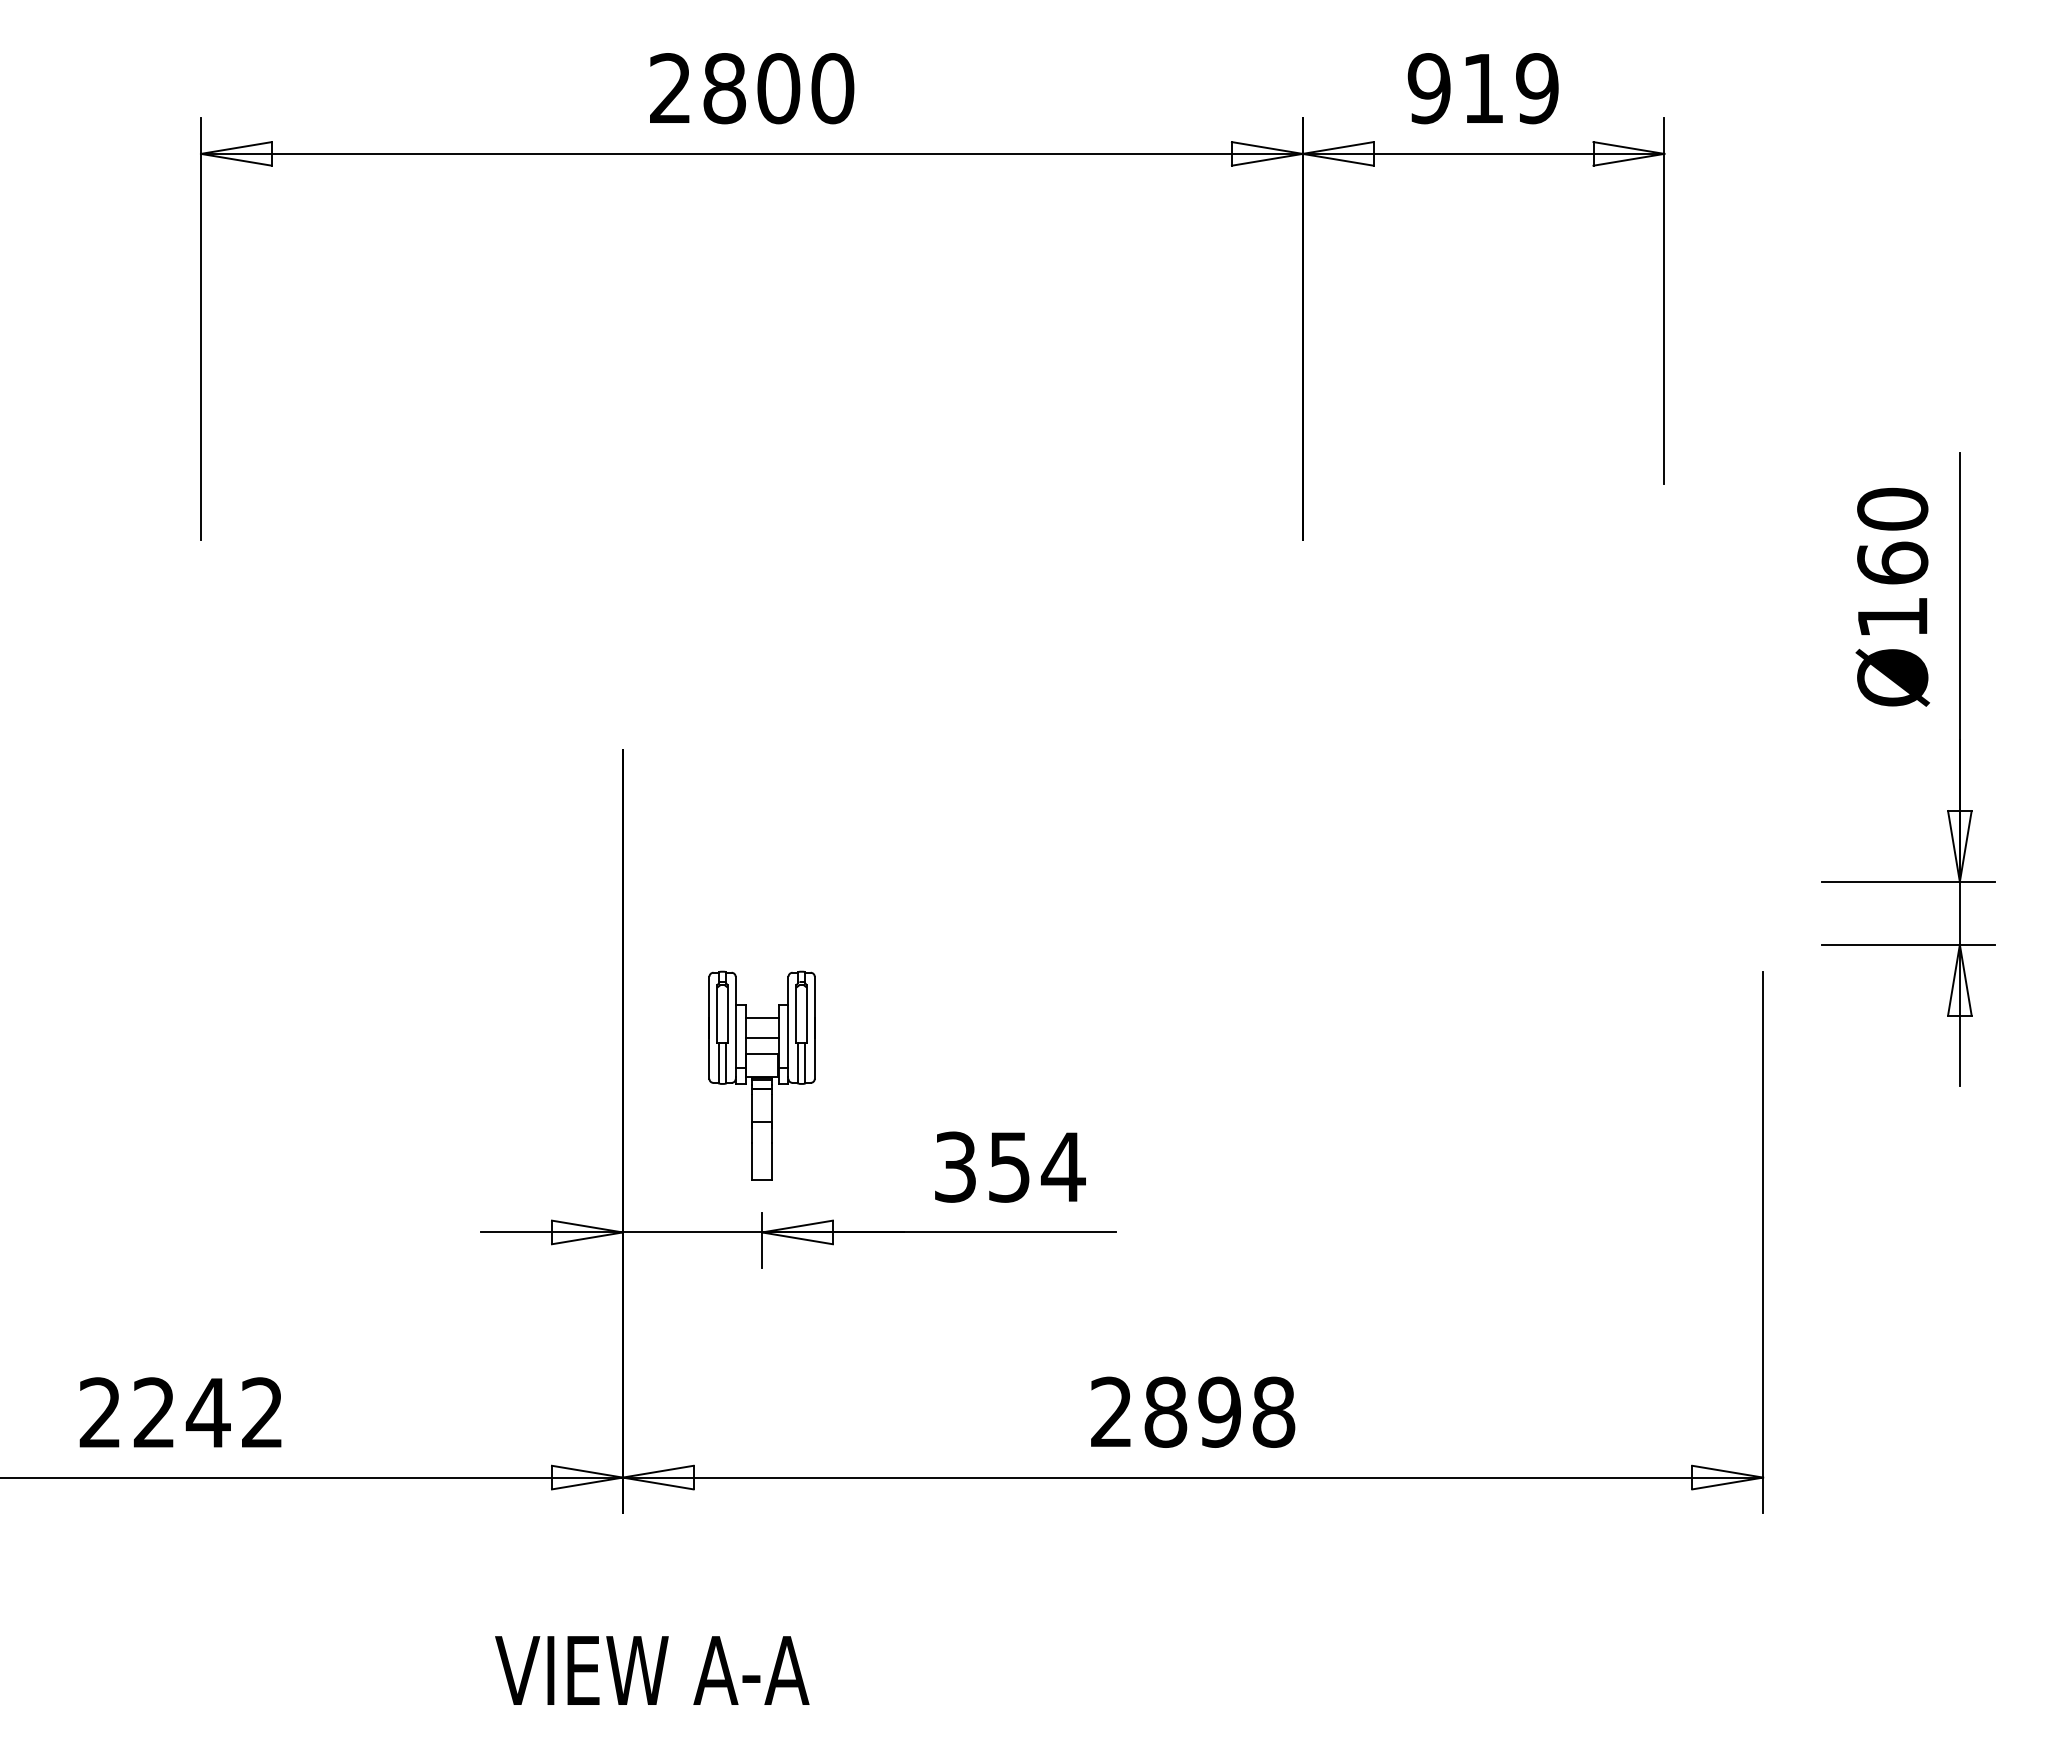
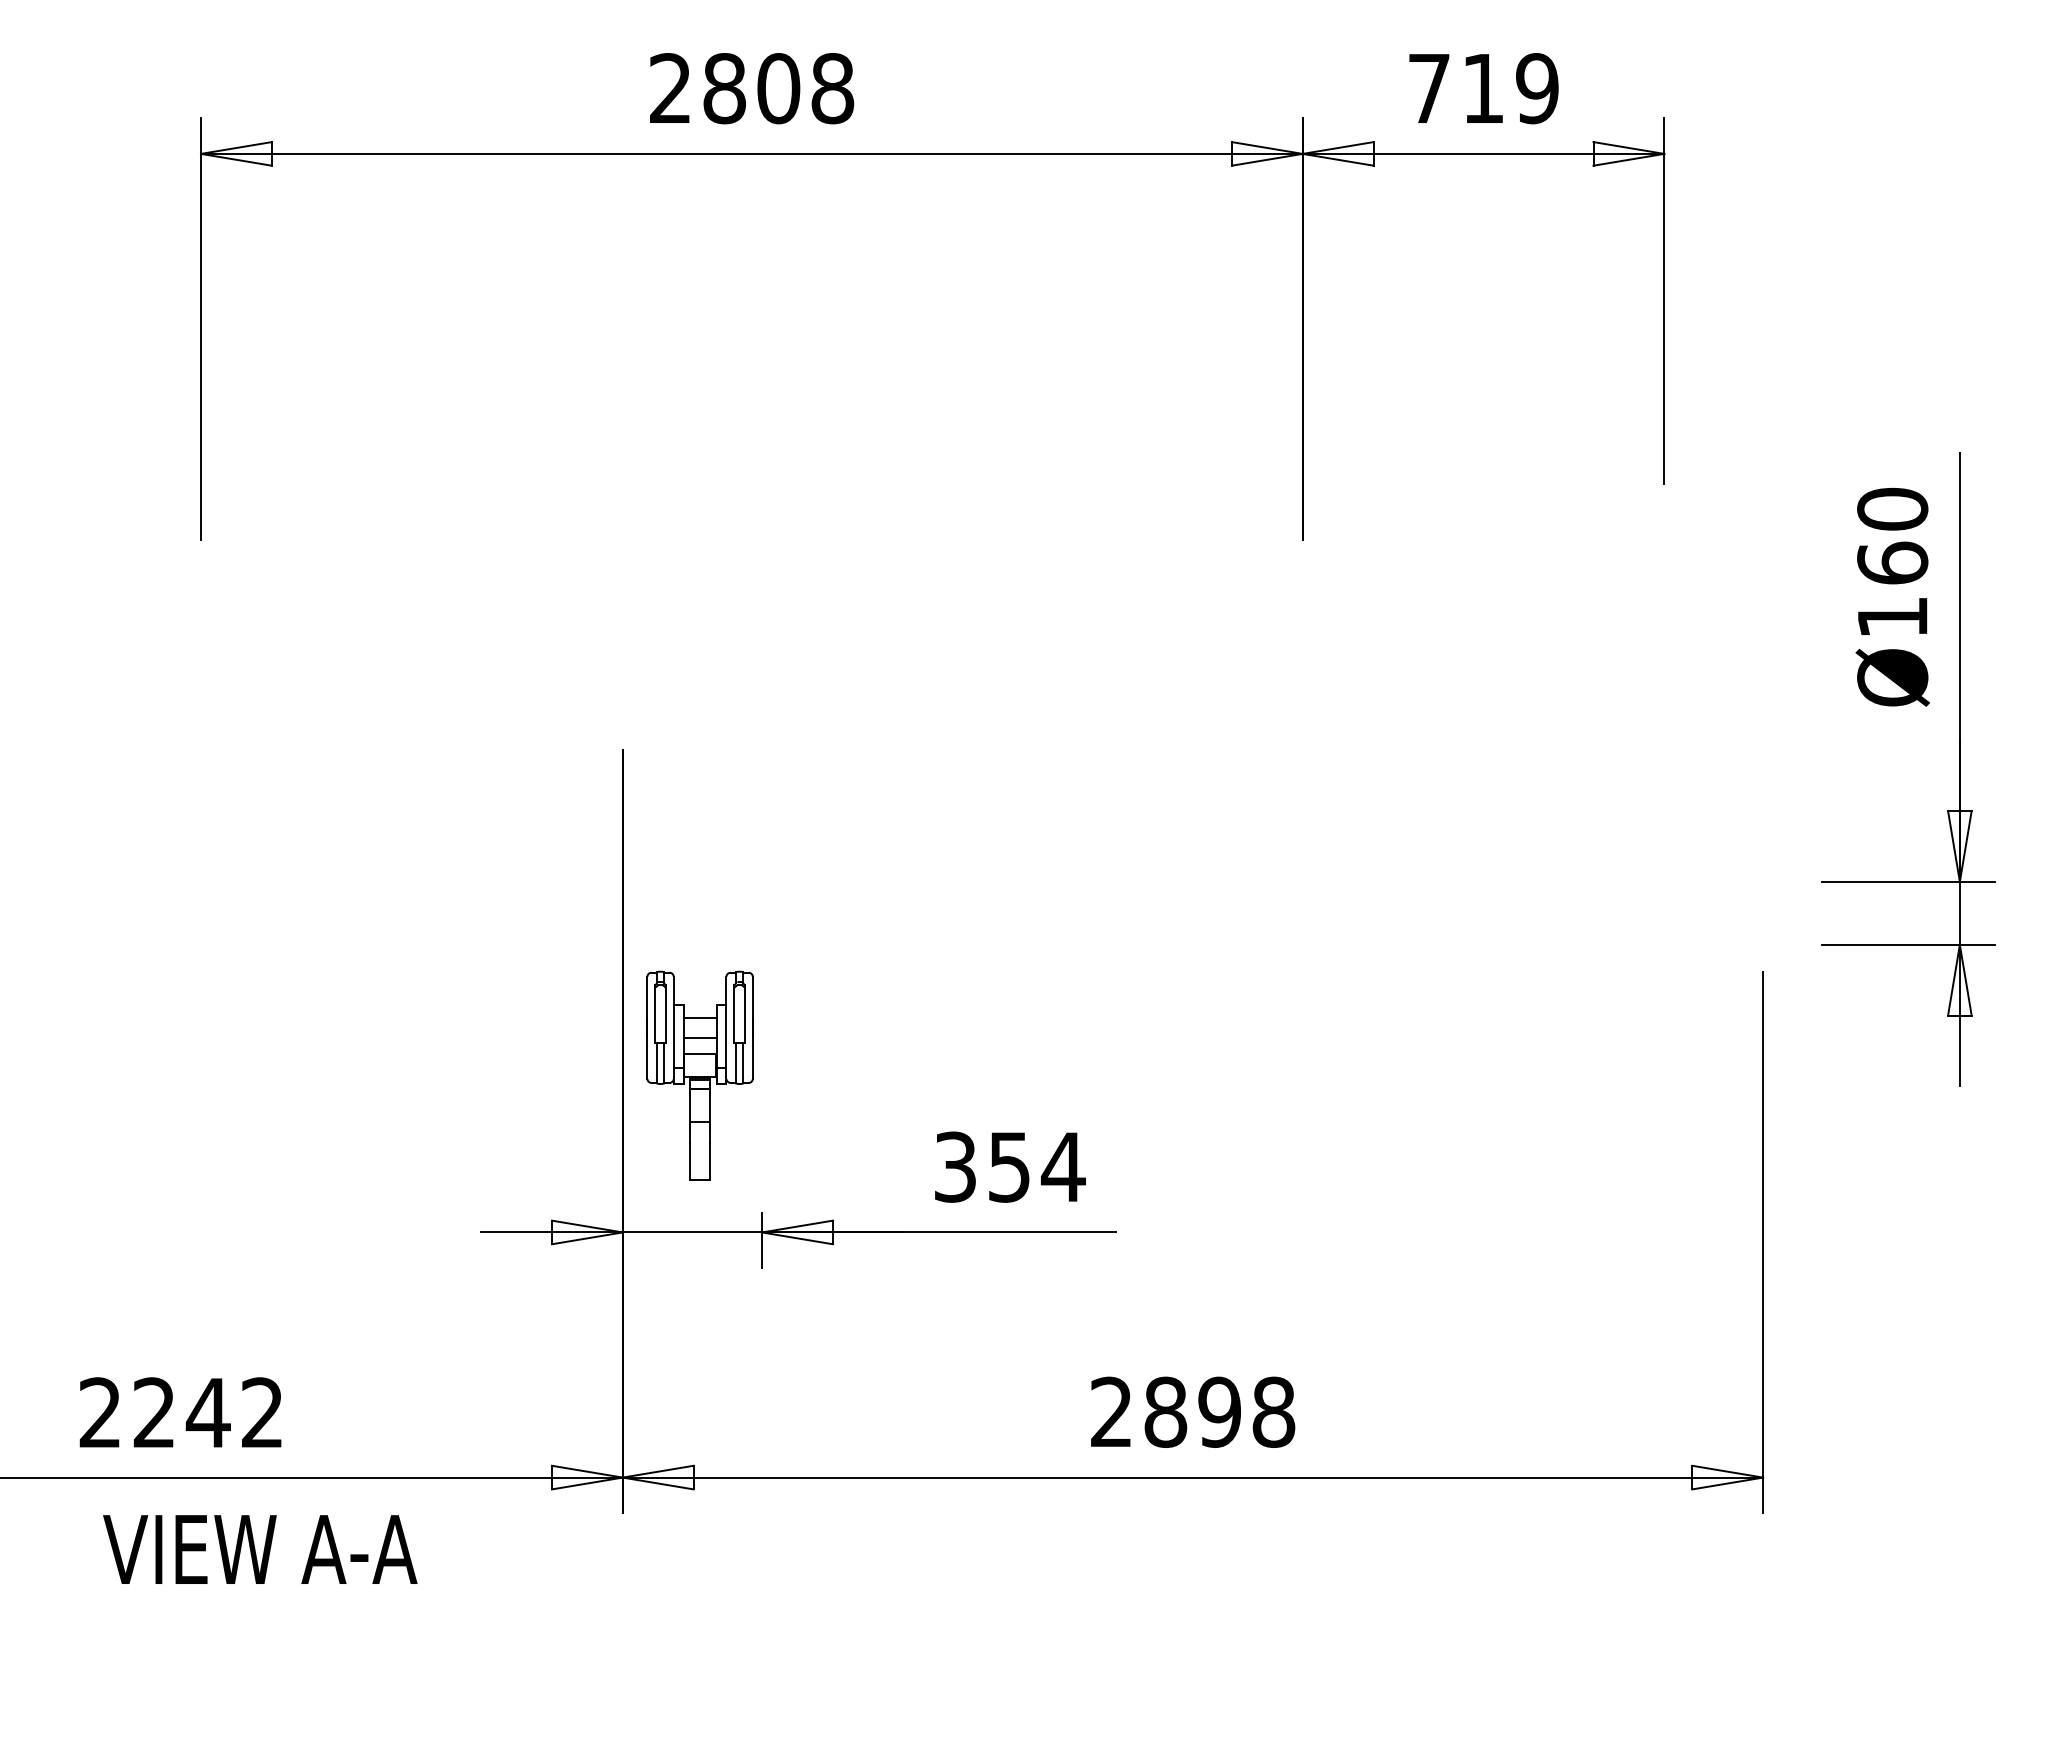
text at (832, 88): 2800 -> 2808
text at (1428, 88): 919 -> 719
part at (761, 1075) position: (761, 1075) -> (699, 1075)
text at (652, 1670) position: (652, 1670) -> (260, 1549)
